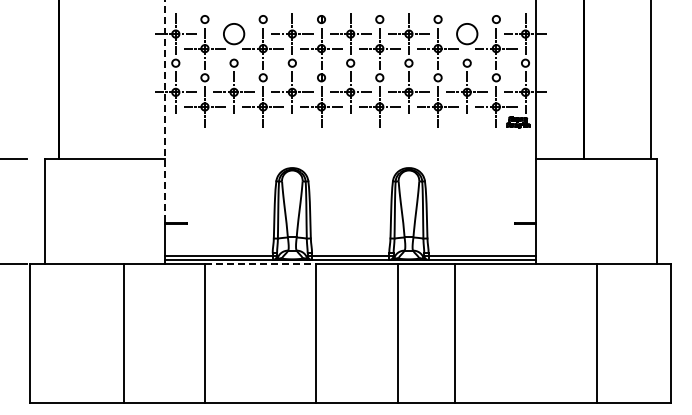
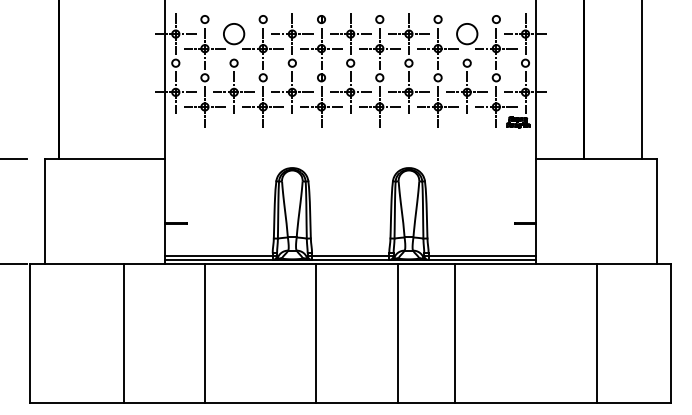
line at (651, 80) position: (651, 80) -> (642, 80)
line at (164, 112): dashed -> solid
line at (261, 264): dashed -> solid
